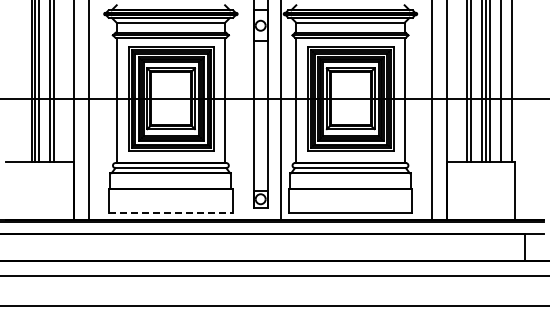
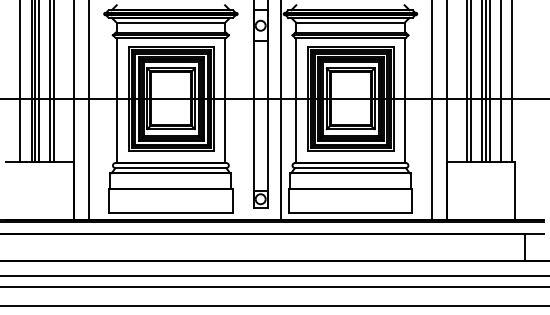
line at (20, 82): none -> present
line at (170, 213): dashed -> solid
line at (274, 286): none -> present
